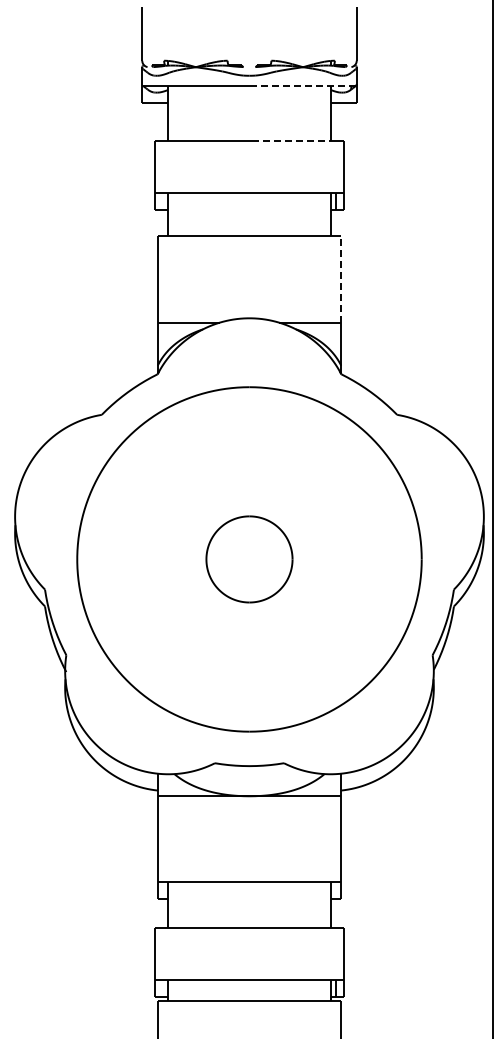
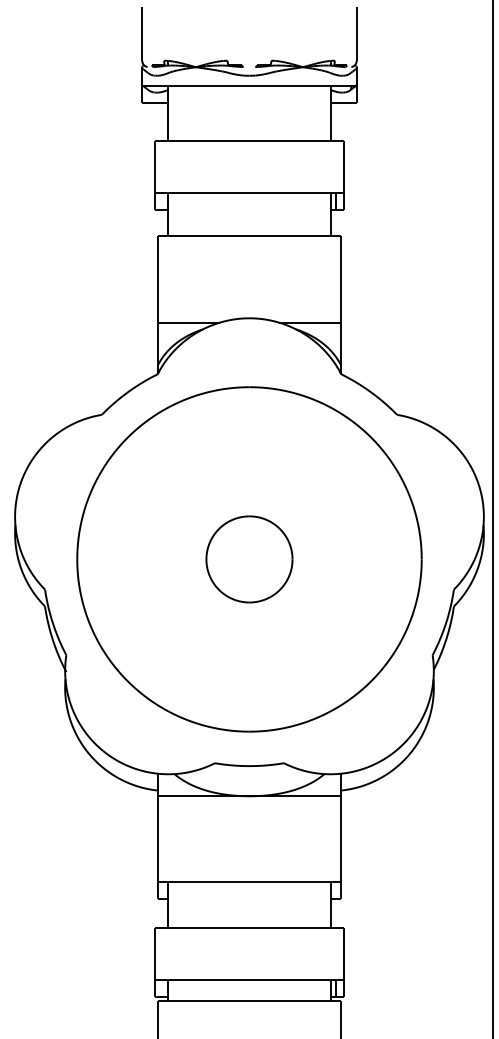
line at (303, 86): dashed -> solid
line at (296, 141): dashed -> solid
line at (341, 279): dashed -> solid
